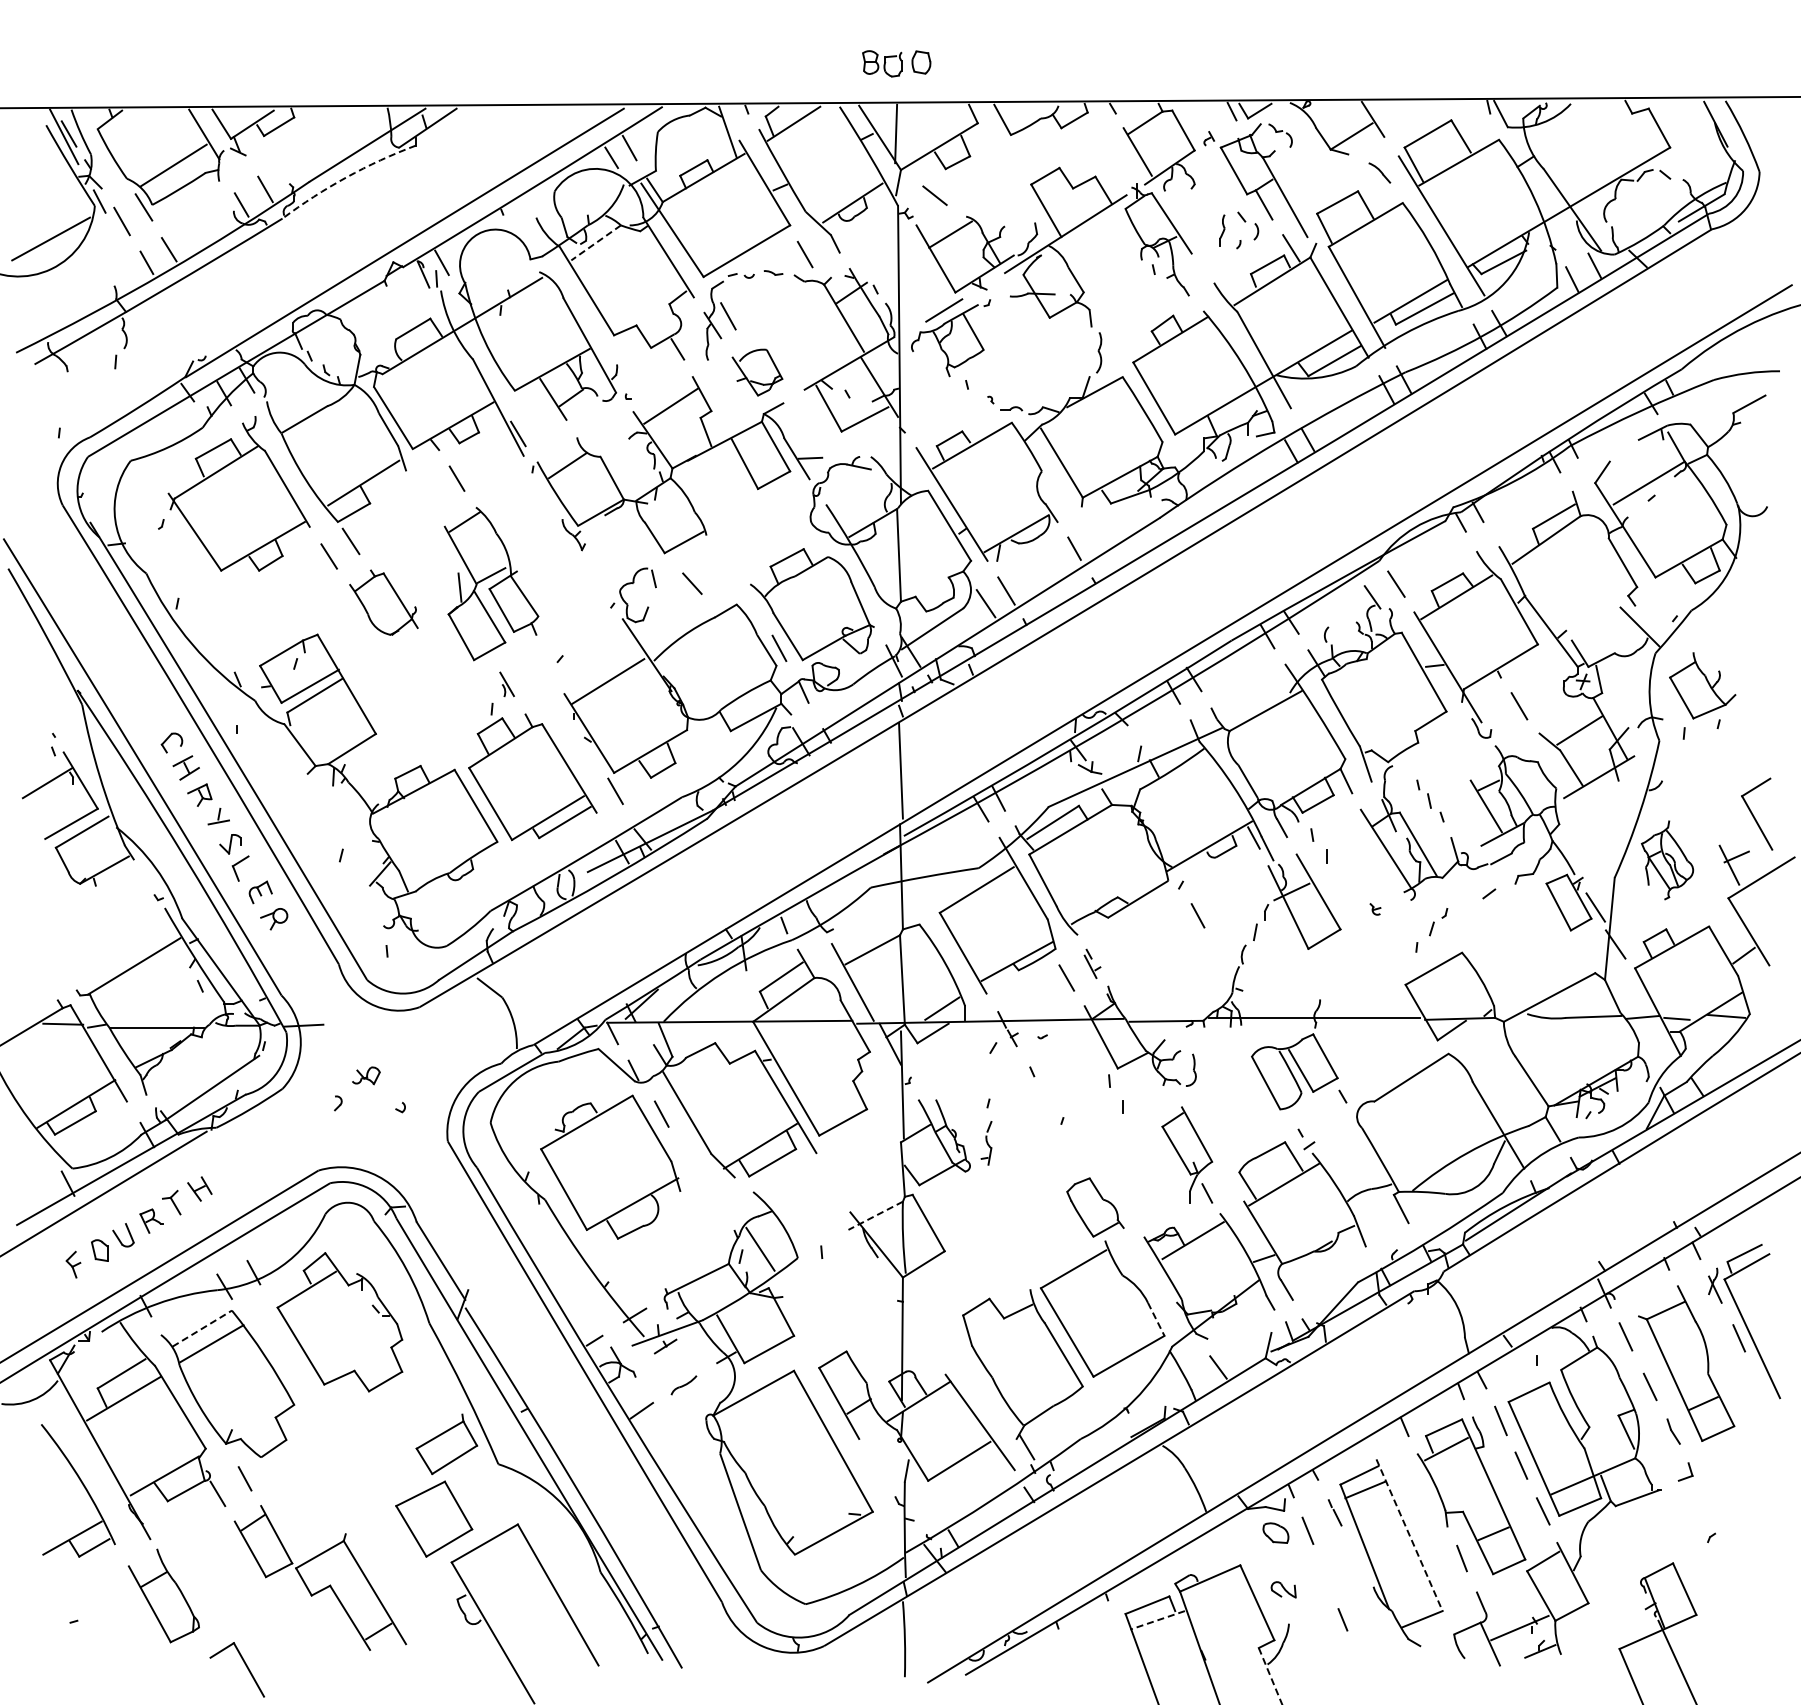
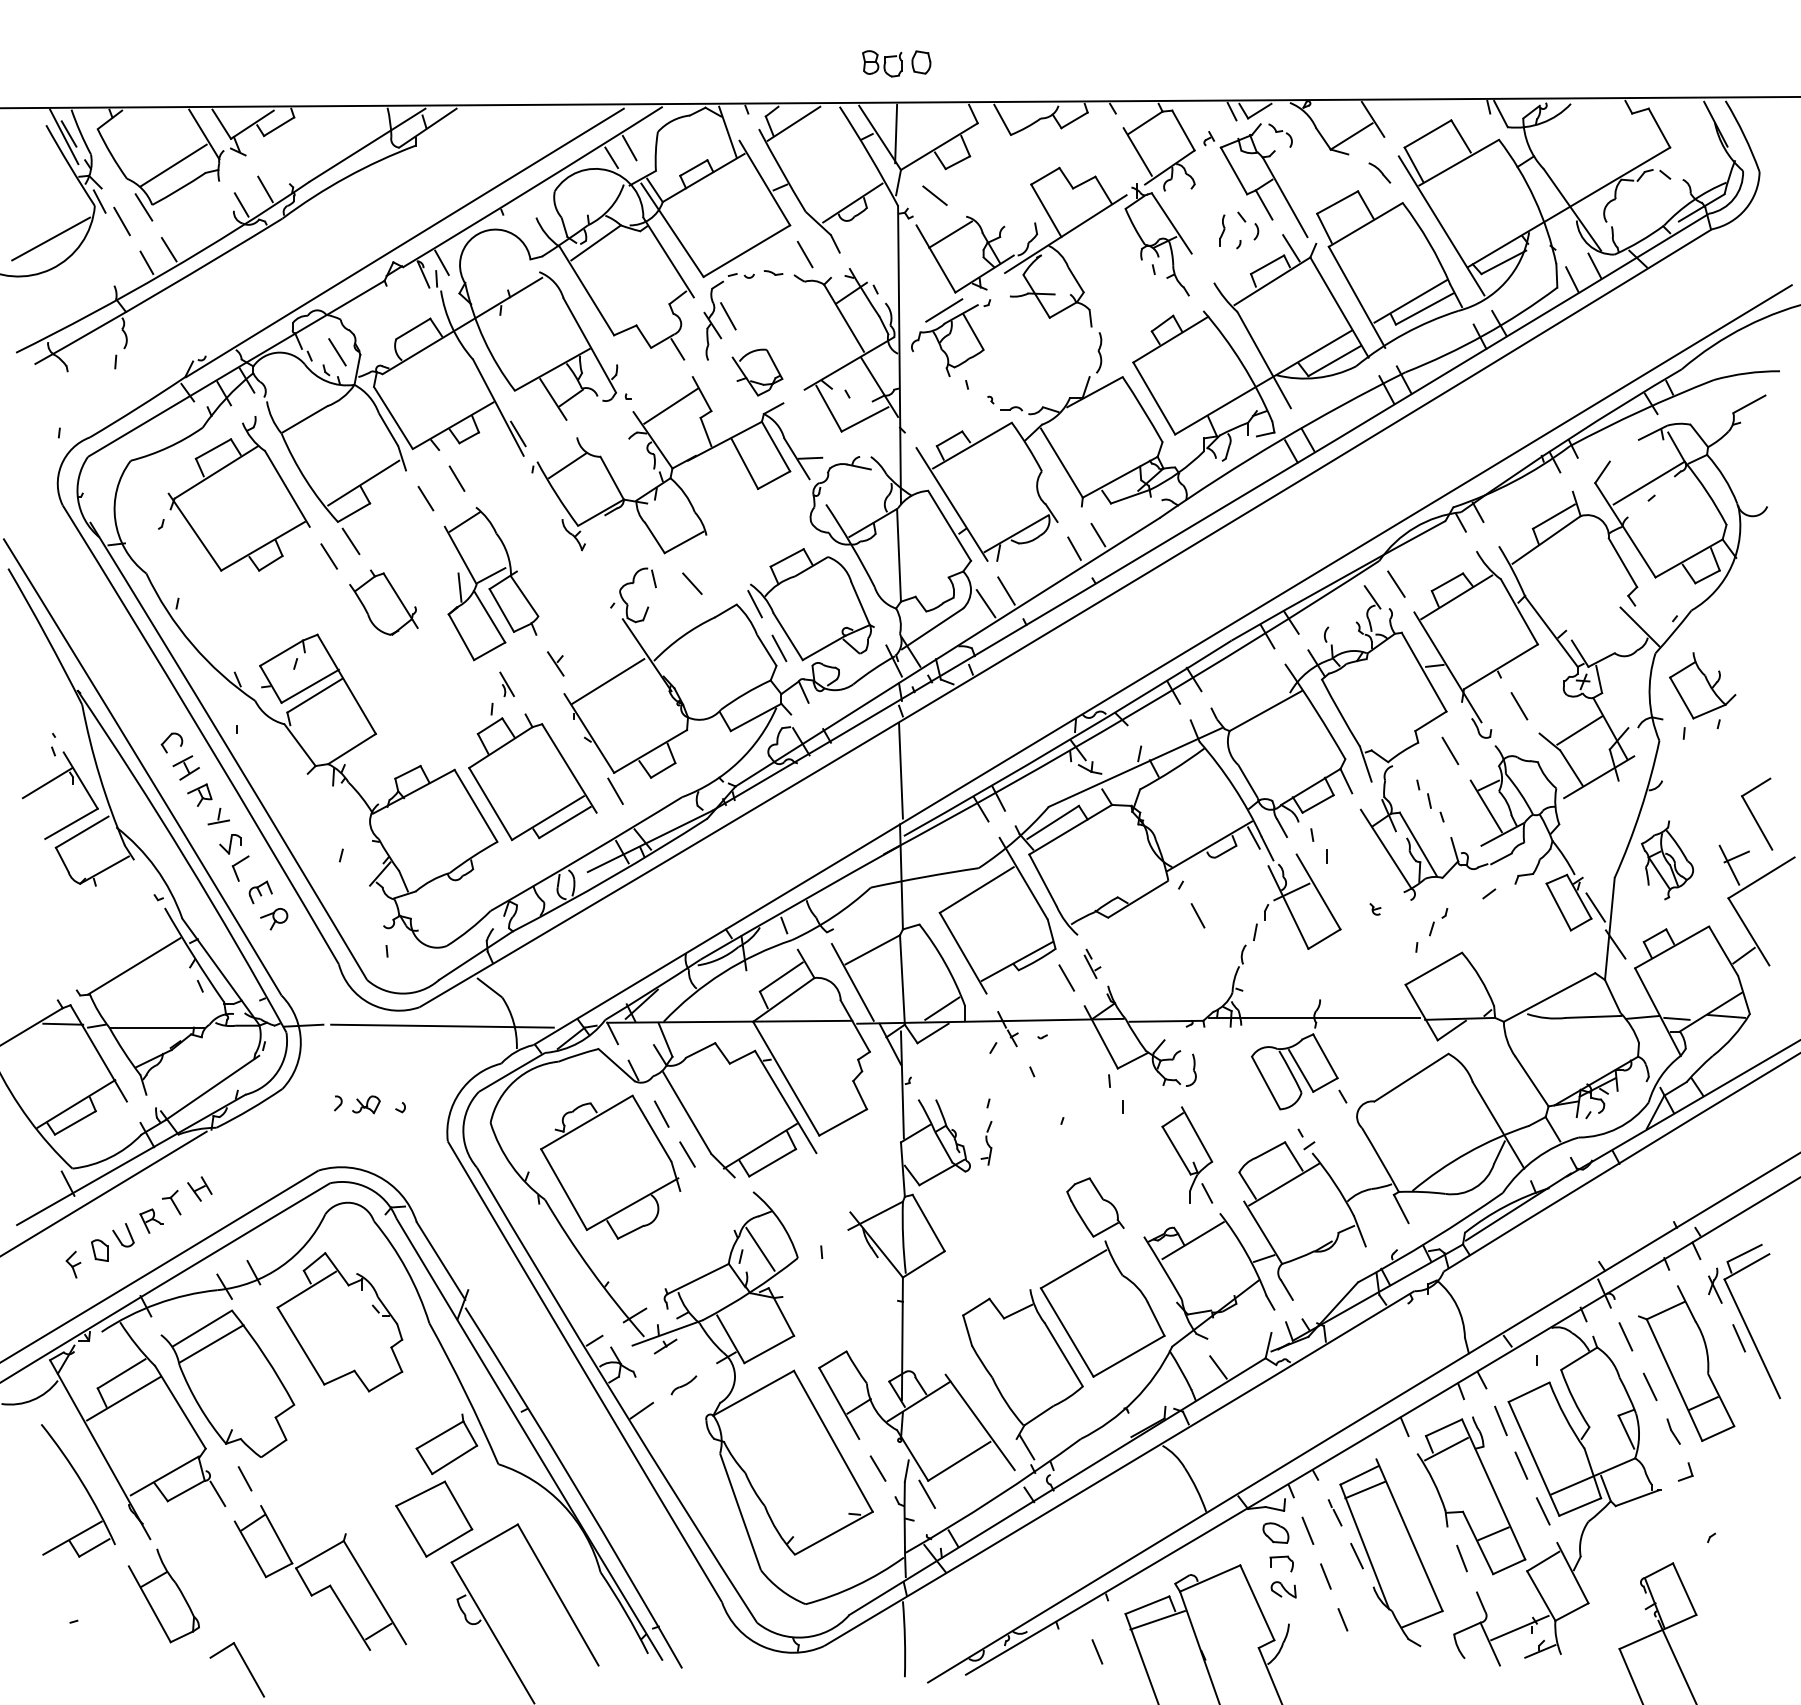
arc at (346, 177): dashed -> solid
line at (595, 243): dashed -> solid
line at (337, 352): none -> present
line at (425, 498): none -> present
line at (1098, 534): none -> present
line at (754, 604): none -> present
line at (555, 663): none -> present
line at (1450, 750): none -> present
line at (442, 1025): none -> present
part at (366, 1075) position: (366, 1075) -> (366, 1104)
line at (687, 1154): none -> present
line at (875, 1215): dashed -> solid
line at (1156, 1319): dashed -> solid
line at (202, 1328): dashed -> solid
line at (877, 1468): none -> present
line at (927, 1494): none -> present
line at (1409, 1535): dashed -> solid
line at (1356, 1555): none -> present
part at (1281, 1563): none -> present
line at (1325, 1576): none -> present
line at (1157, 1620): dashed -> solid
line at (1097, 1651): none -> present
line at (1270, 1676): dashed -> solid
